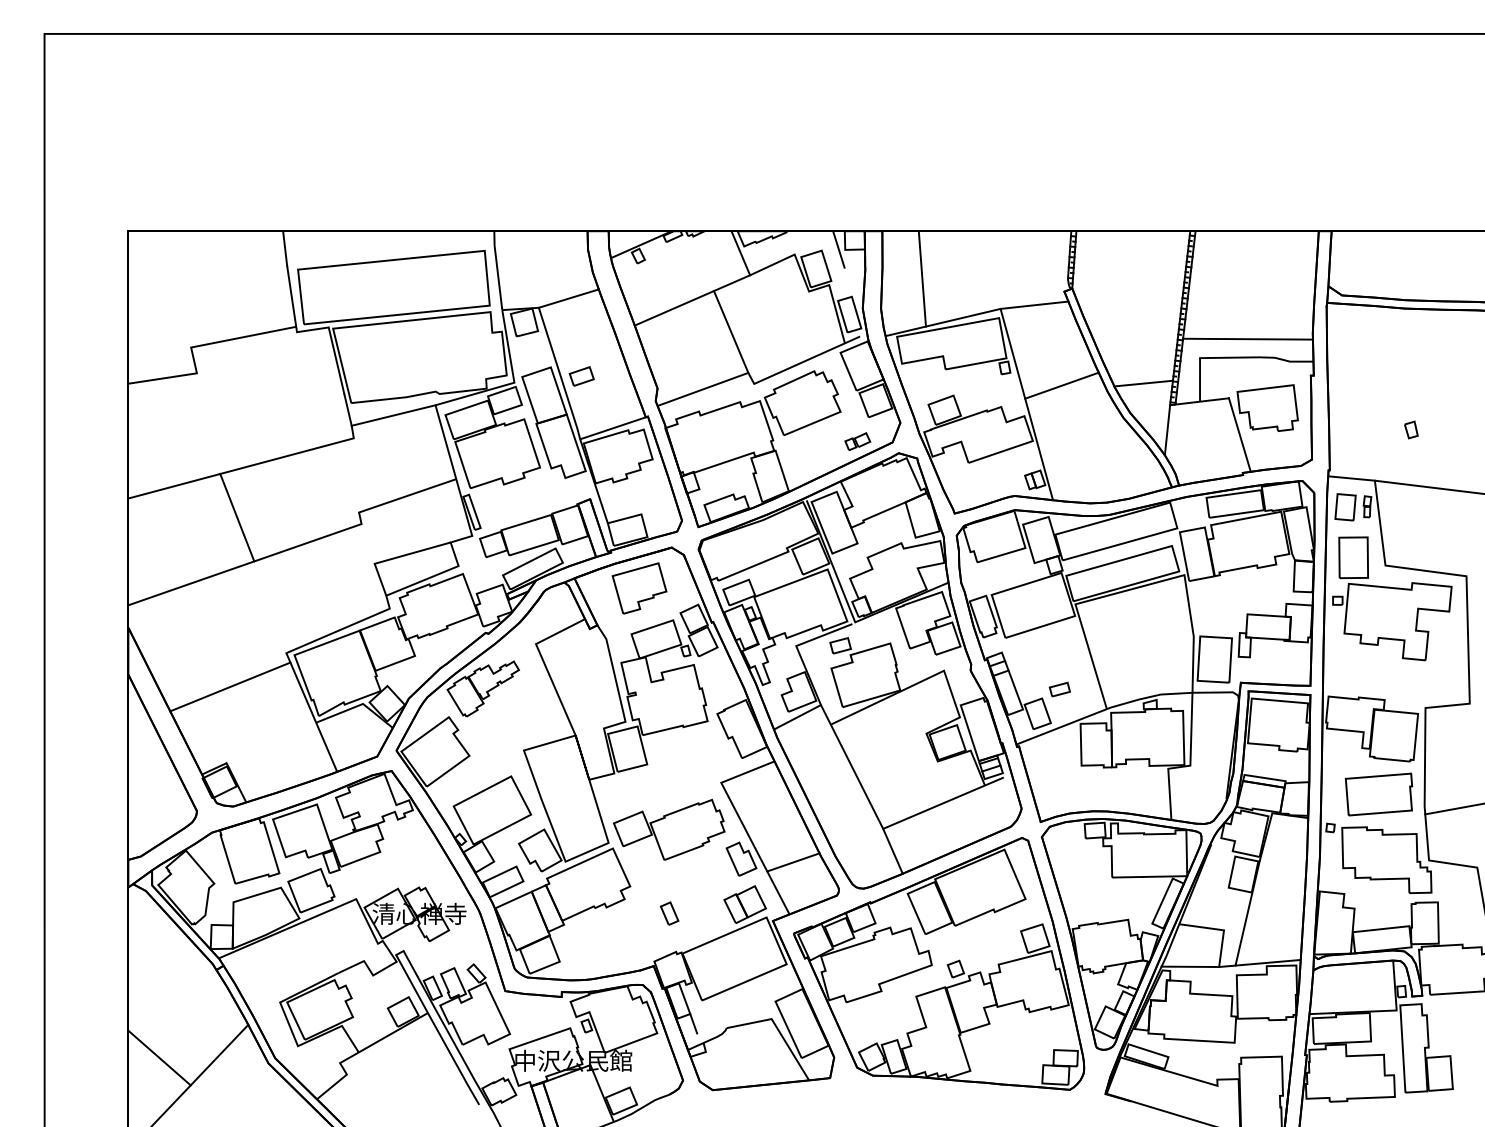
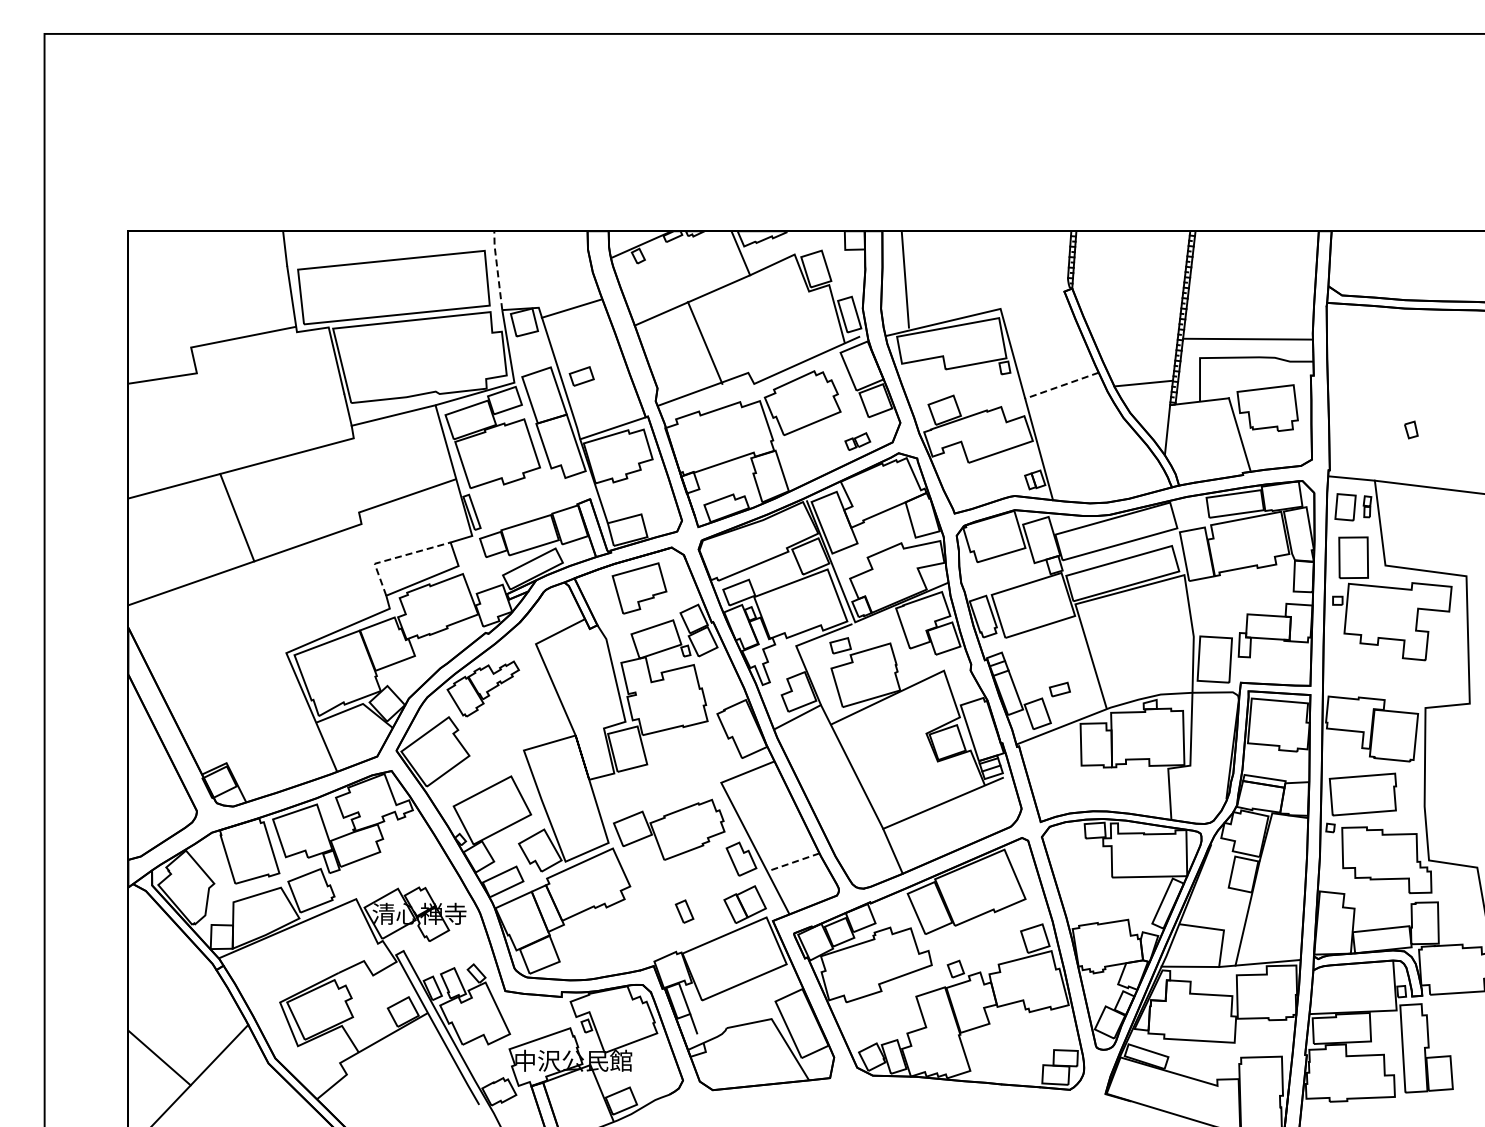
line at (838, 249): present -> none
line at (497, 269): solid -> dashed
line at (921, 278) position: (921, 278) -> (904, 279)
line at (568, 298) position: (568, 298) -> (571, 308)
line at (1034, 304): present -> none
line at (730, 331) position: (730, 331) -> (704, 342)
line at (1061, 385): solid -> dashed
line at (395, 557): solid -> dashed
line at (230, 686): present -> none
part at (1378, 794) position: (1378, 794) -> (1362, 794)
line at (1453, 809): present -> none
line at (793, 862): solid -> dashed
part at (669, 913) position: (669, 913) -> (684, 911)
